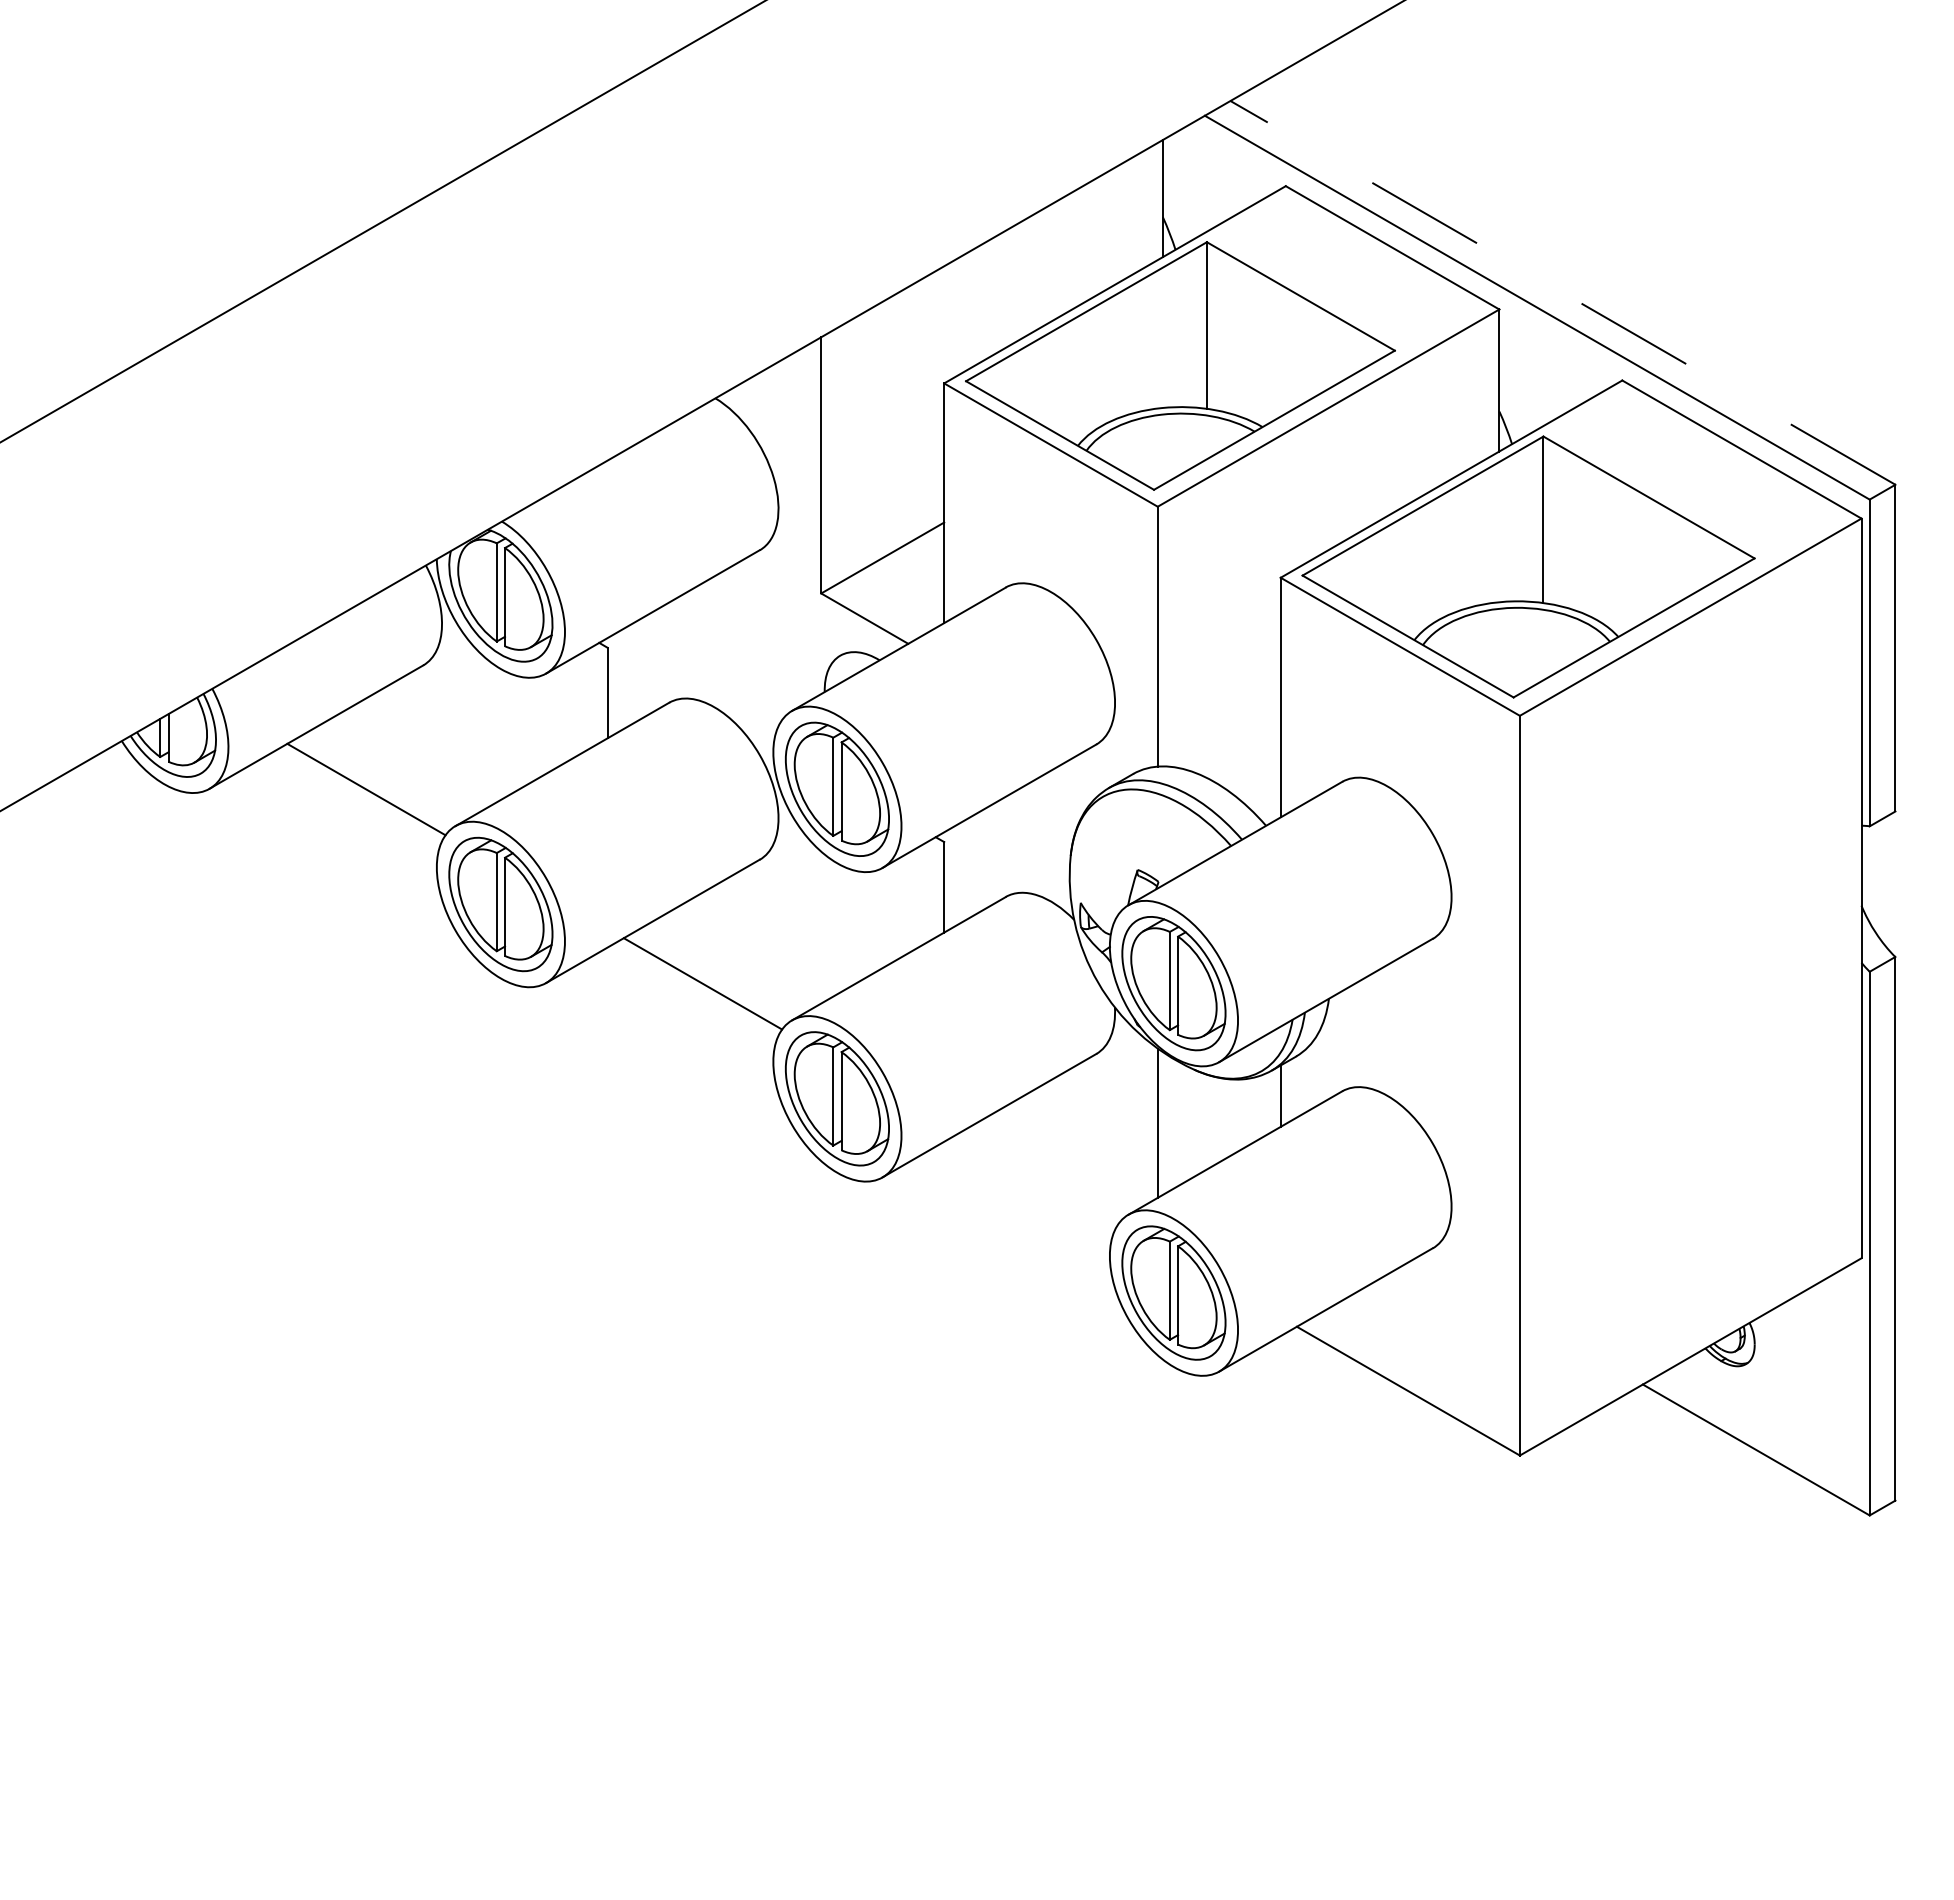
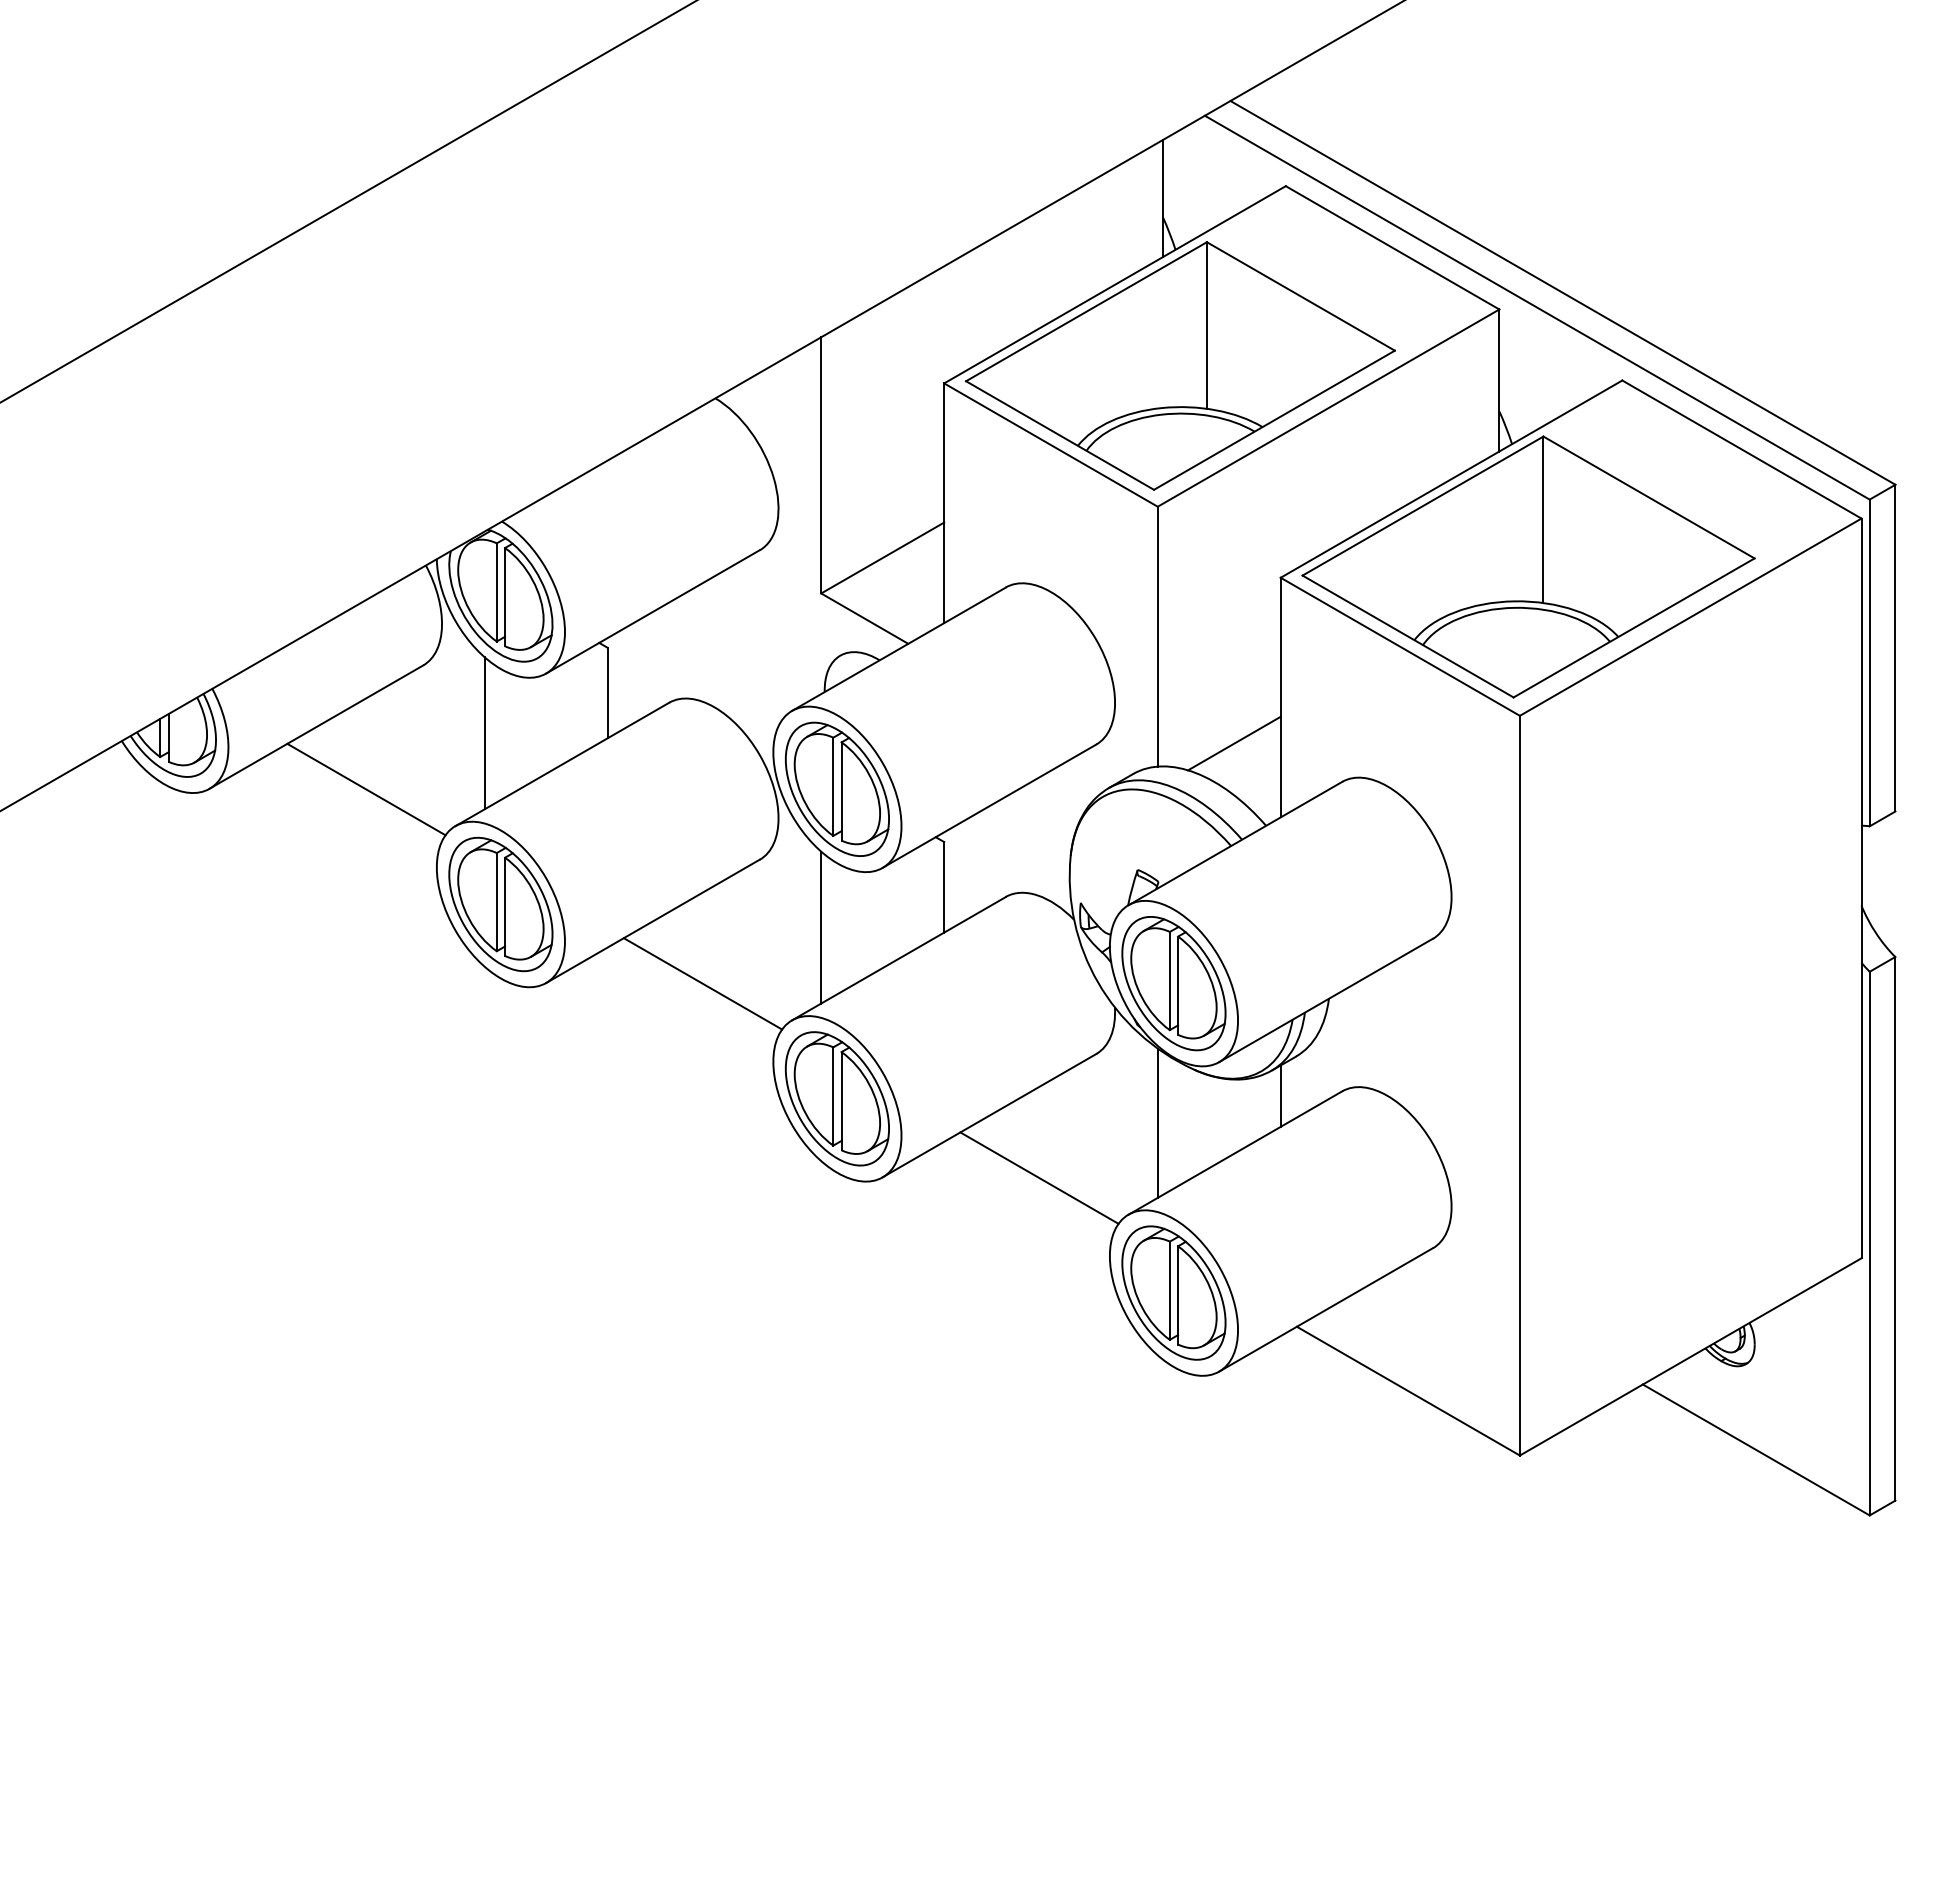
line at (382, 221) position: (382, 221) -> (348, 201)
line at (1562, 292): dashed -> solid
line at (484, 733): none -> present
line at (1233, 743): none -> present
line at (821, 927): none -> present
line at (1039, 1177): none -> present
